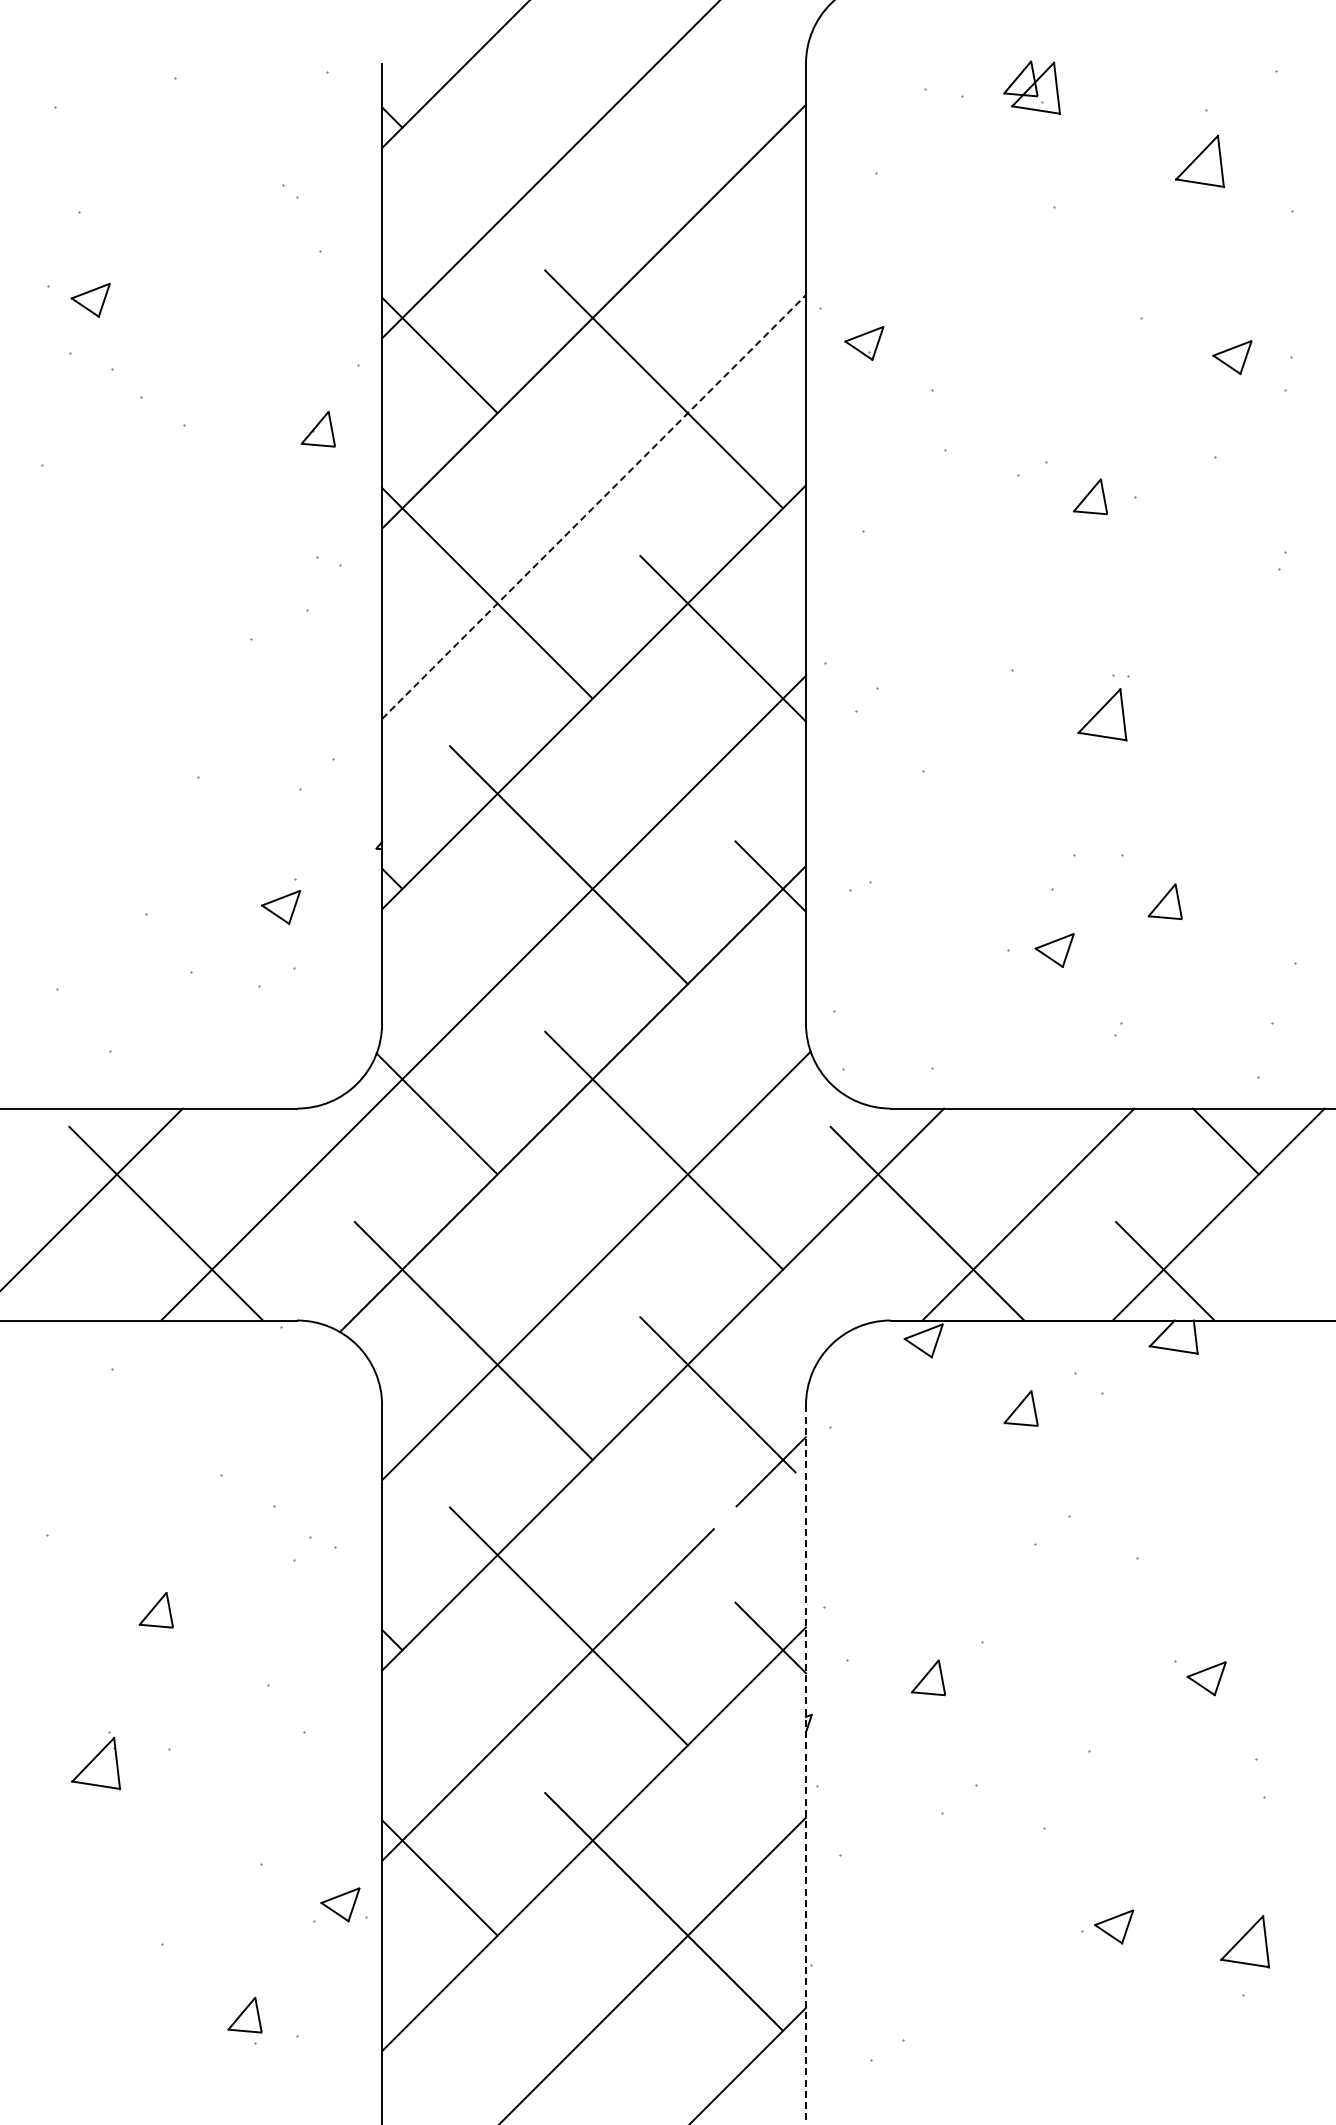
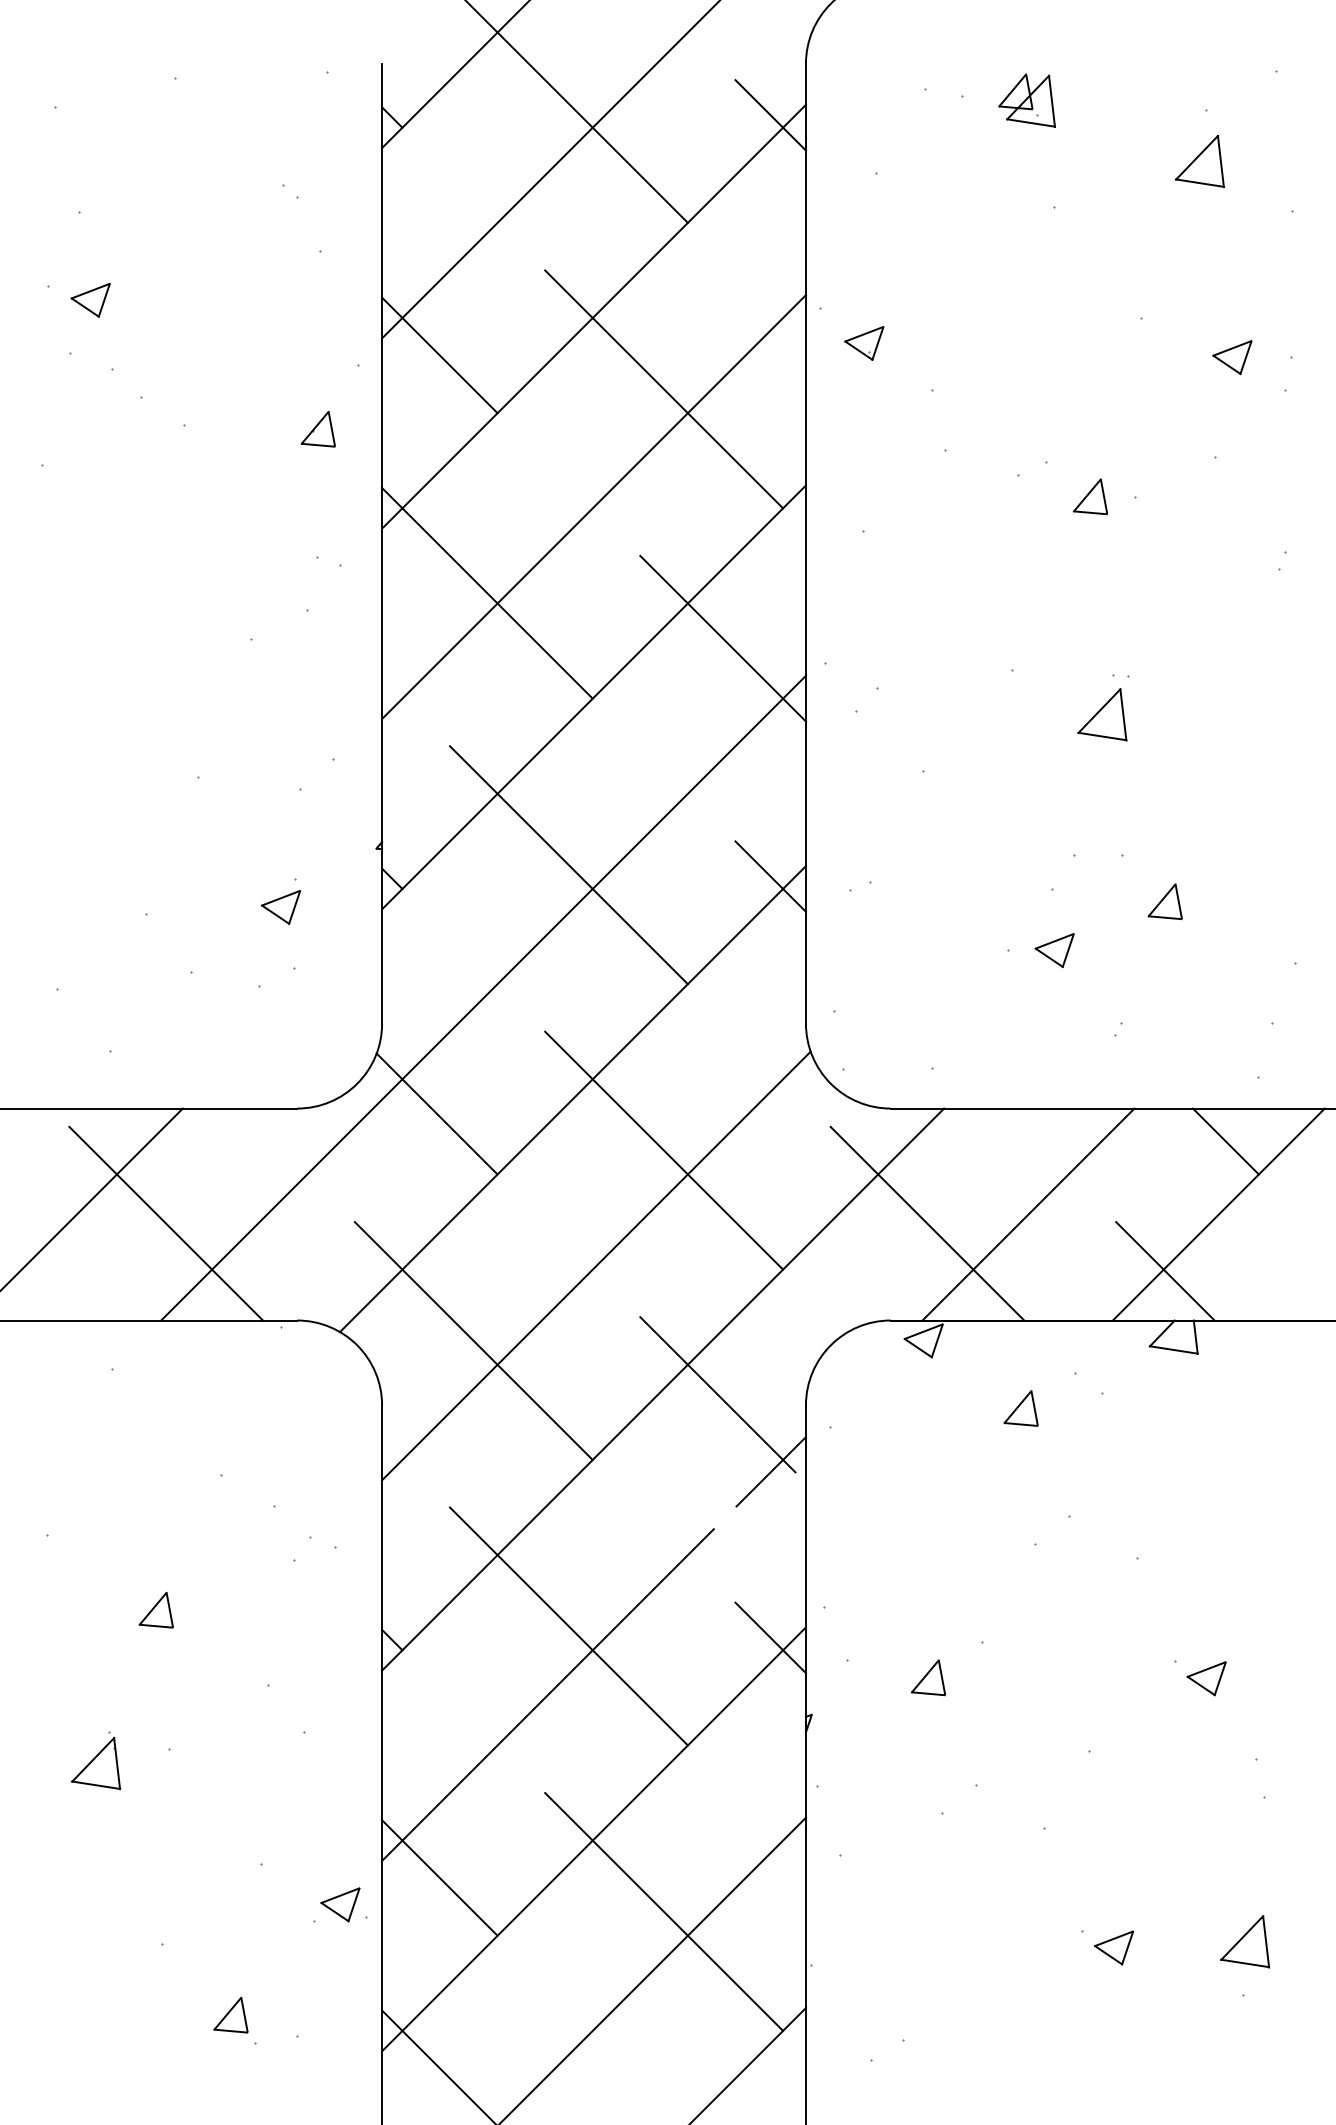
part at (1031, 87) position: (1031, 87) -> (1026, 100)
line at (577, 112): none -> present
line at (770, 115): none -> present
line at (594, 507): dashed -> solid
line at (805, 1764): dashed -> solid
part at (1114, 1926) position: (1114, 1926) -> (1114, 1947)
part at (244, 2014) position: (244, 2014) -> (230, 2014)
line at (437, 2065): none -> present
